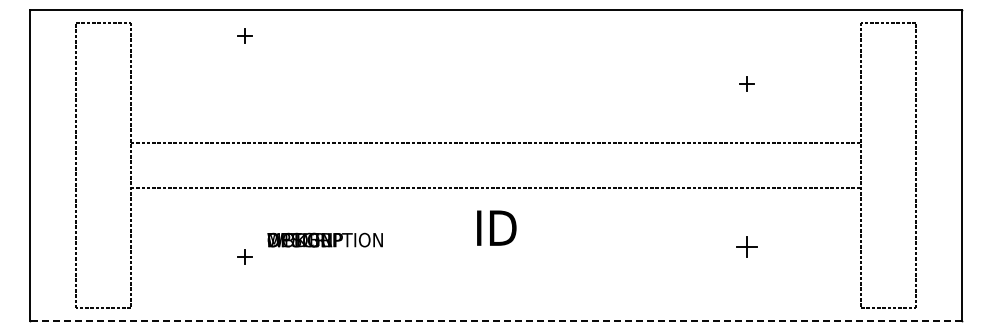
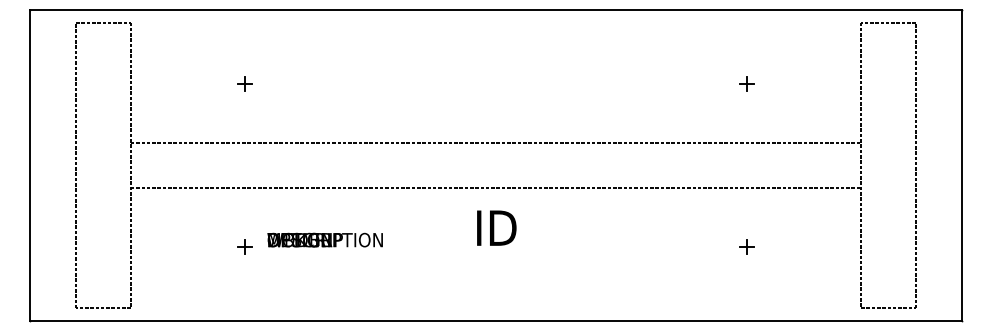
part at (244, 35) position: (244, 35) -> (244, 83)
part at (746, 246) size: 22x22 px -> 16x16 px
part at (244, 256) position: (244, 256) -> (244, 246)
line at (495, 320): dashed -> solid
